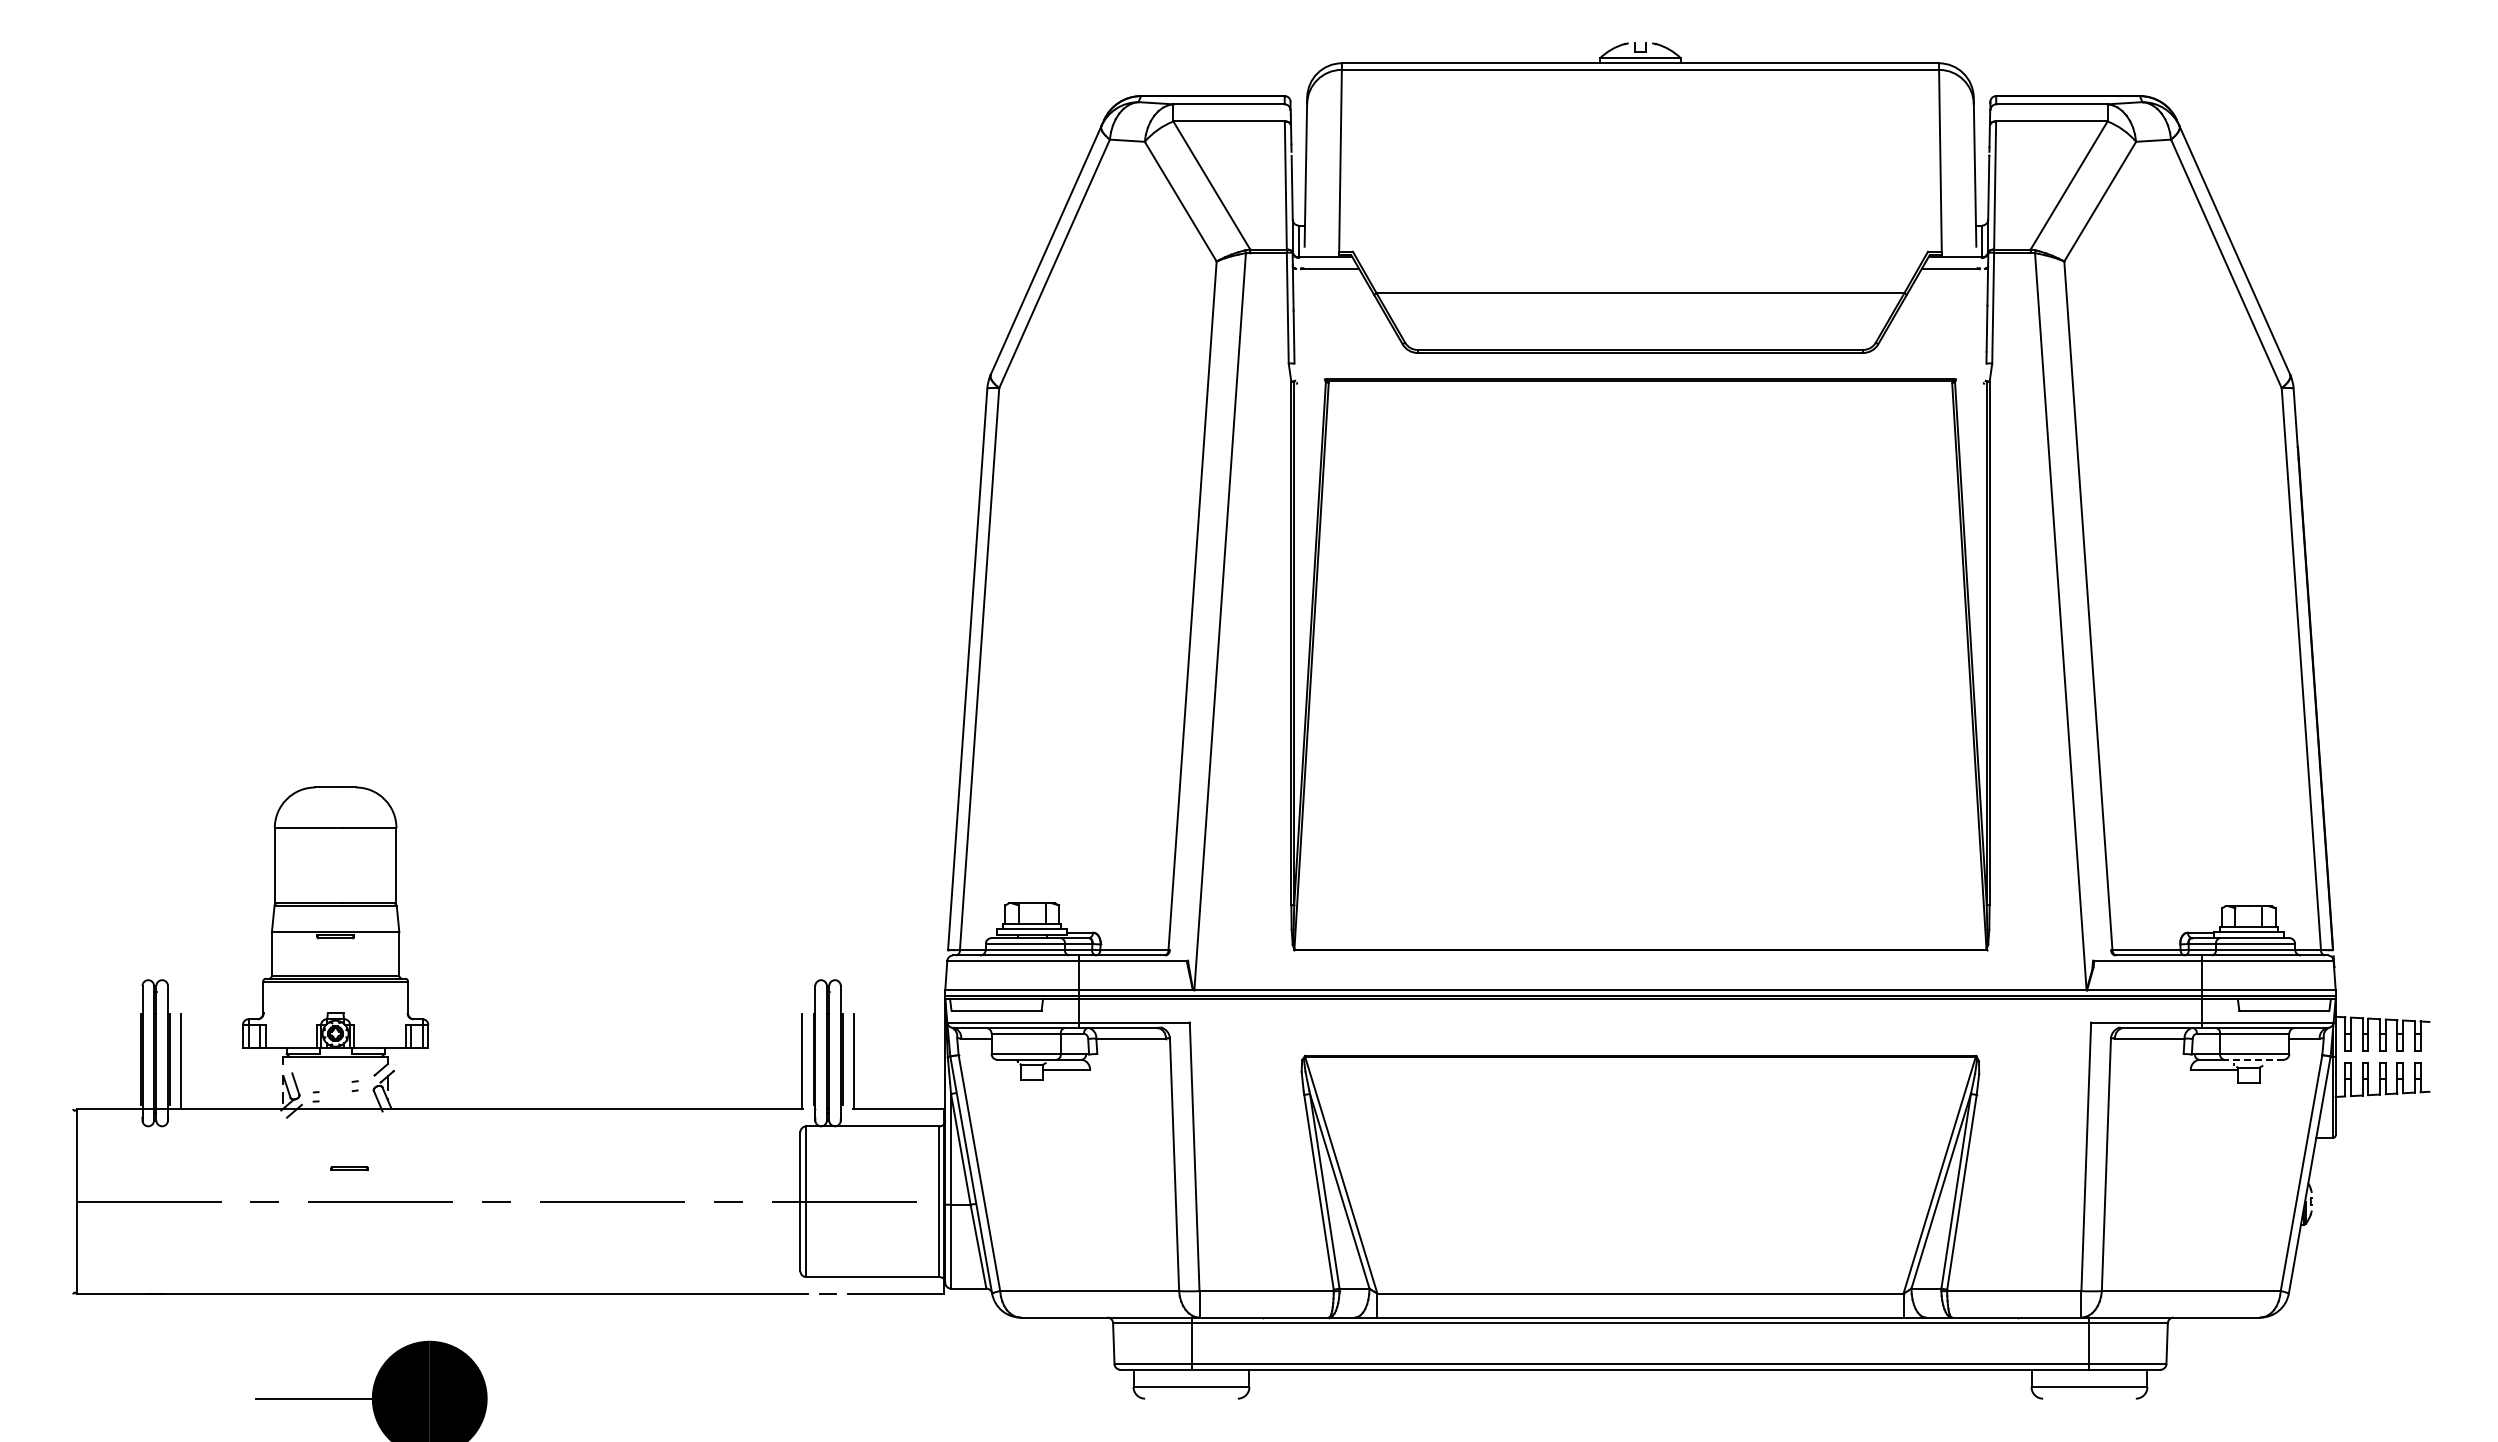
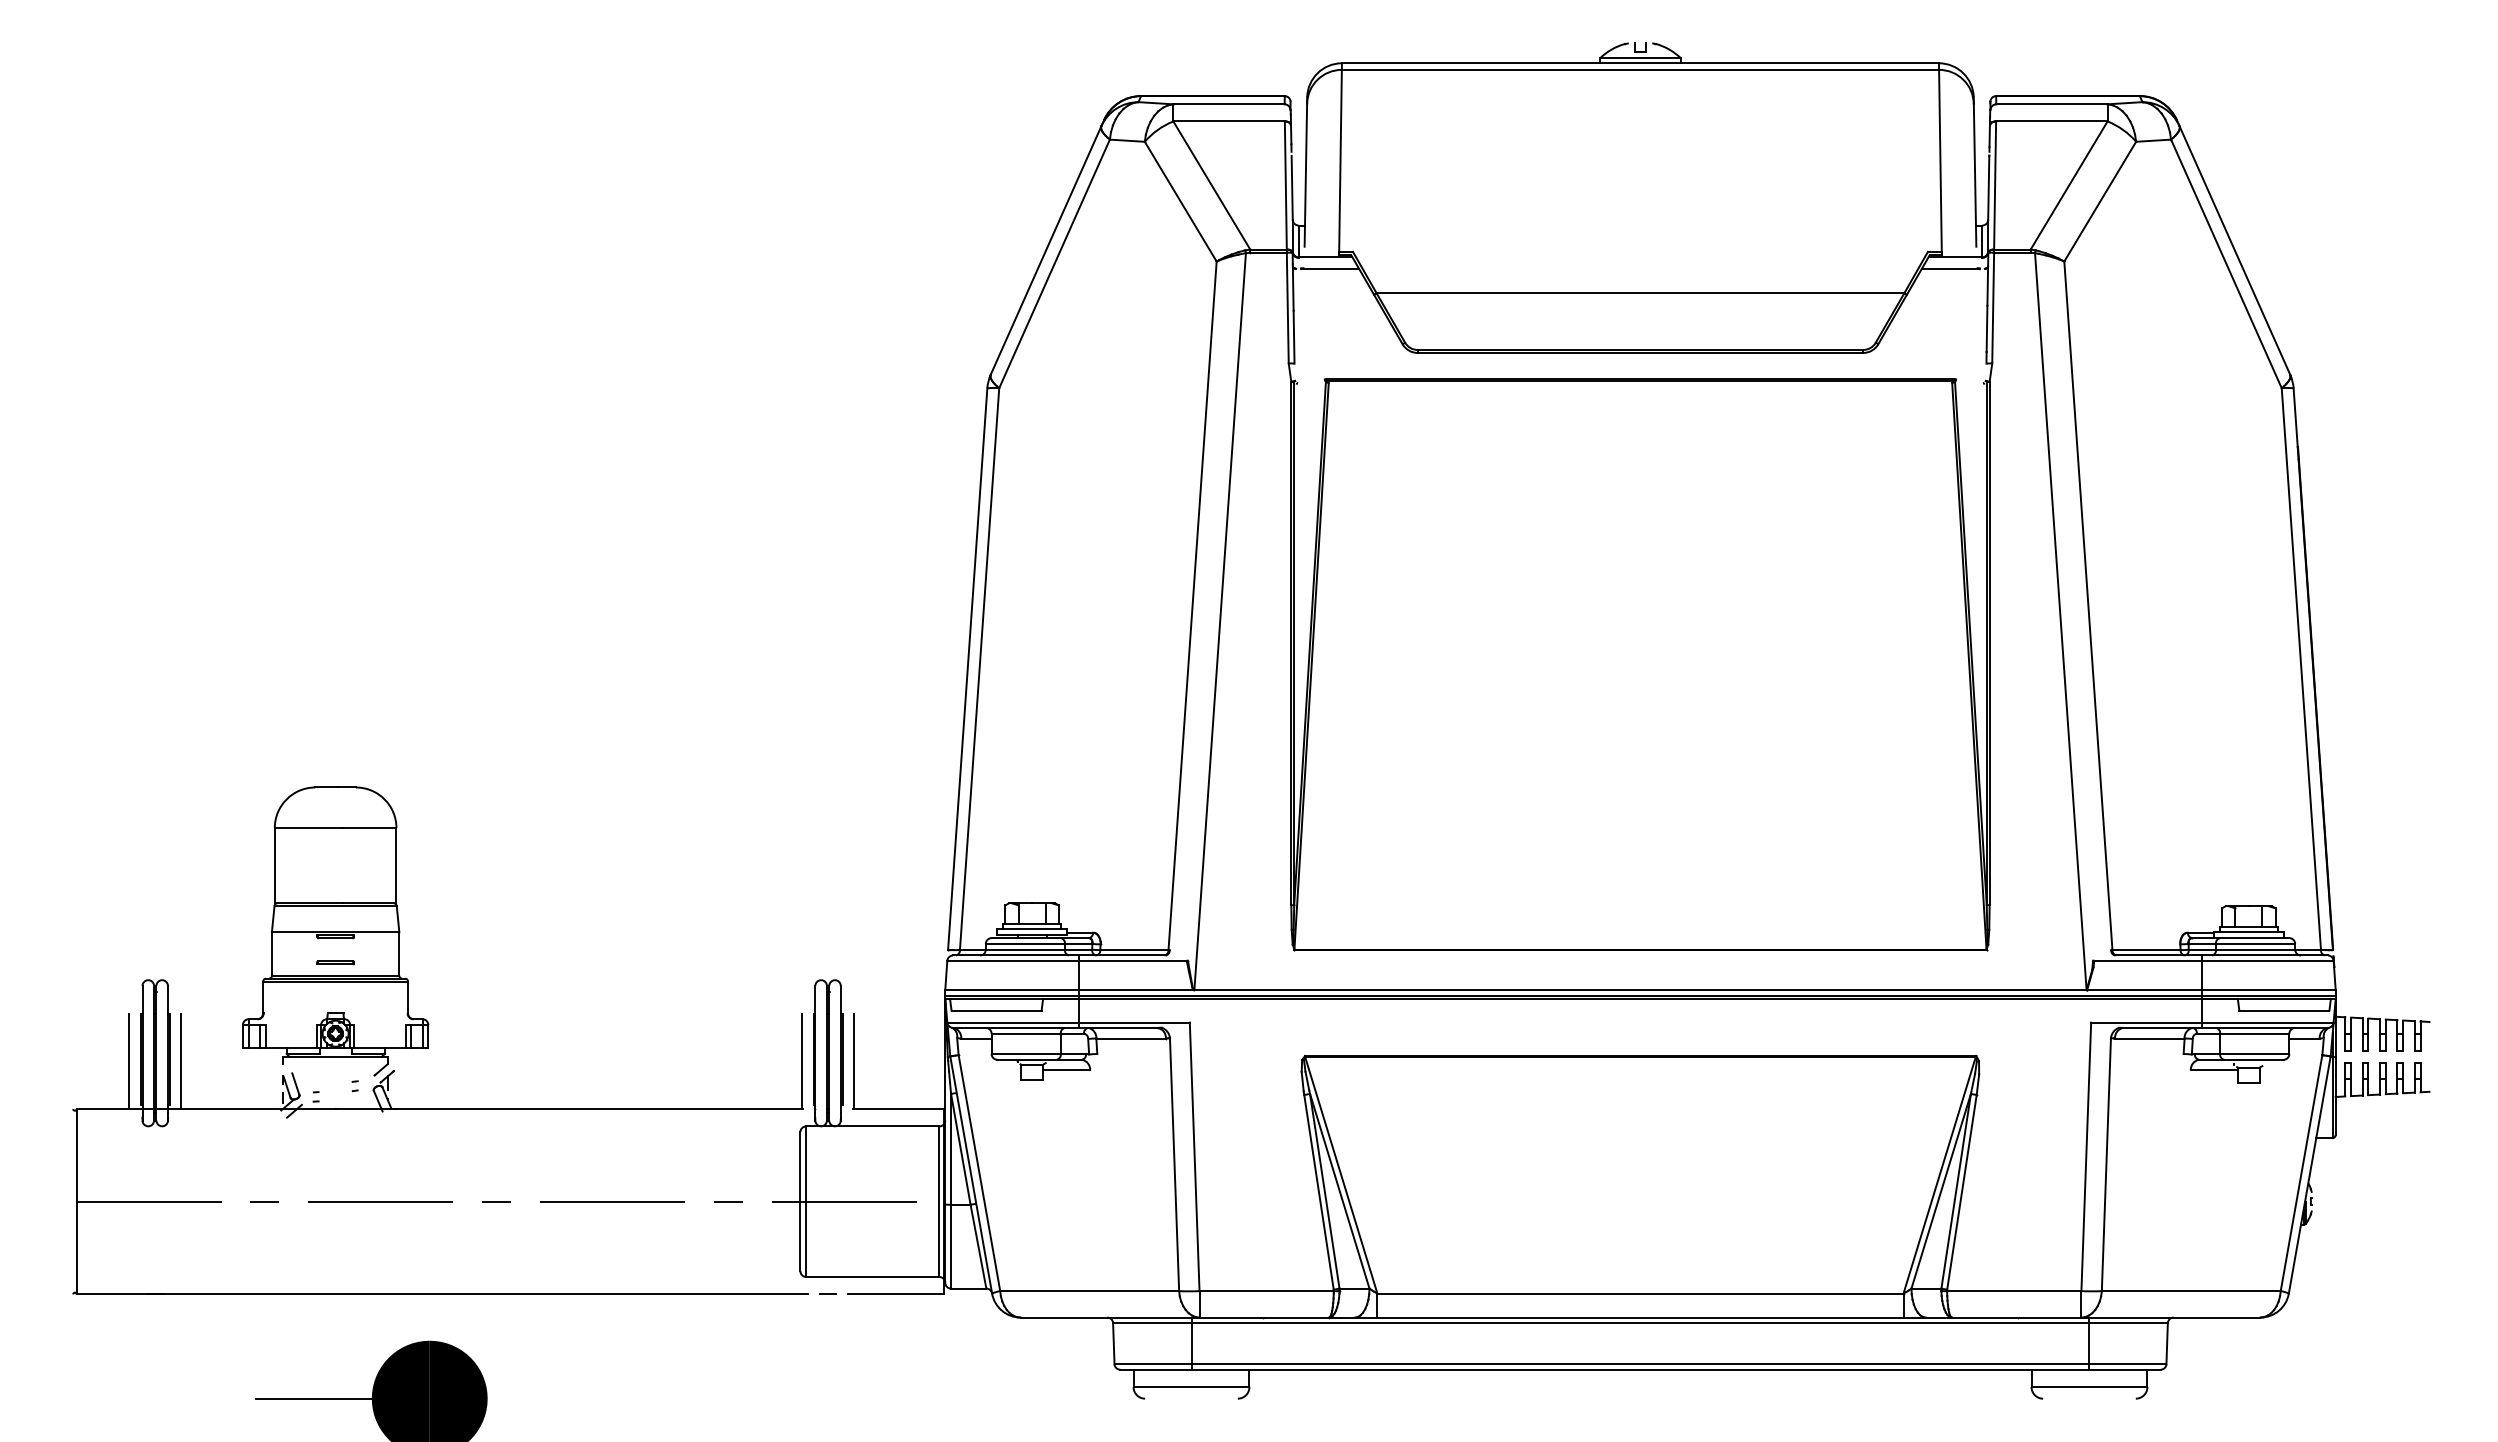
line at (2253, 1059): dashed -> solid
line at (129, 1061): none -> present
part at (349, 1168) position: (349, 1168) -> (335, 962)
